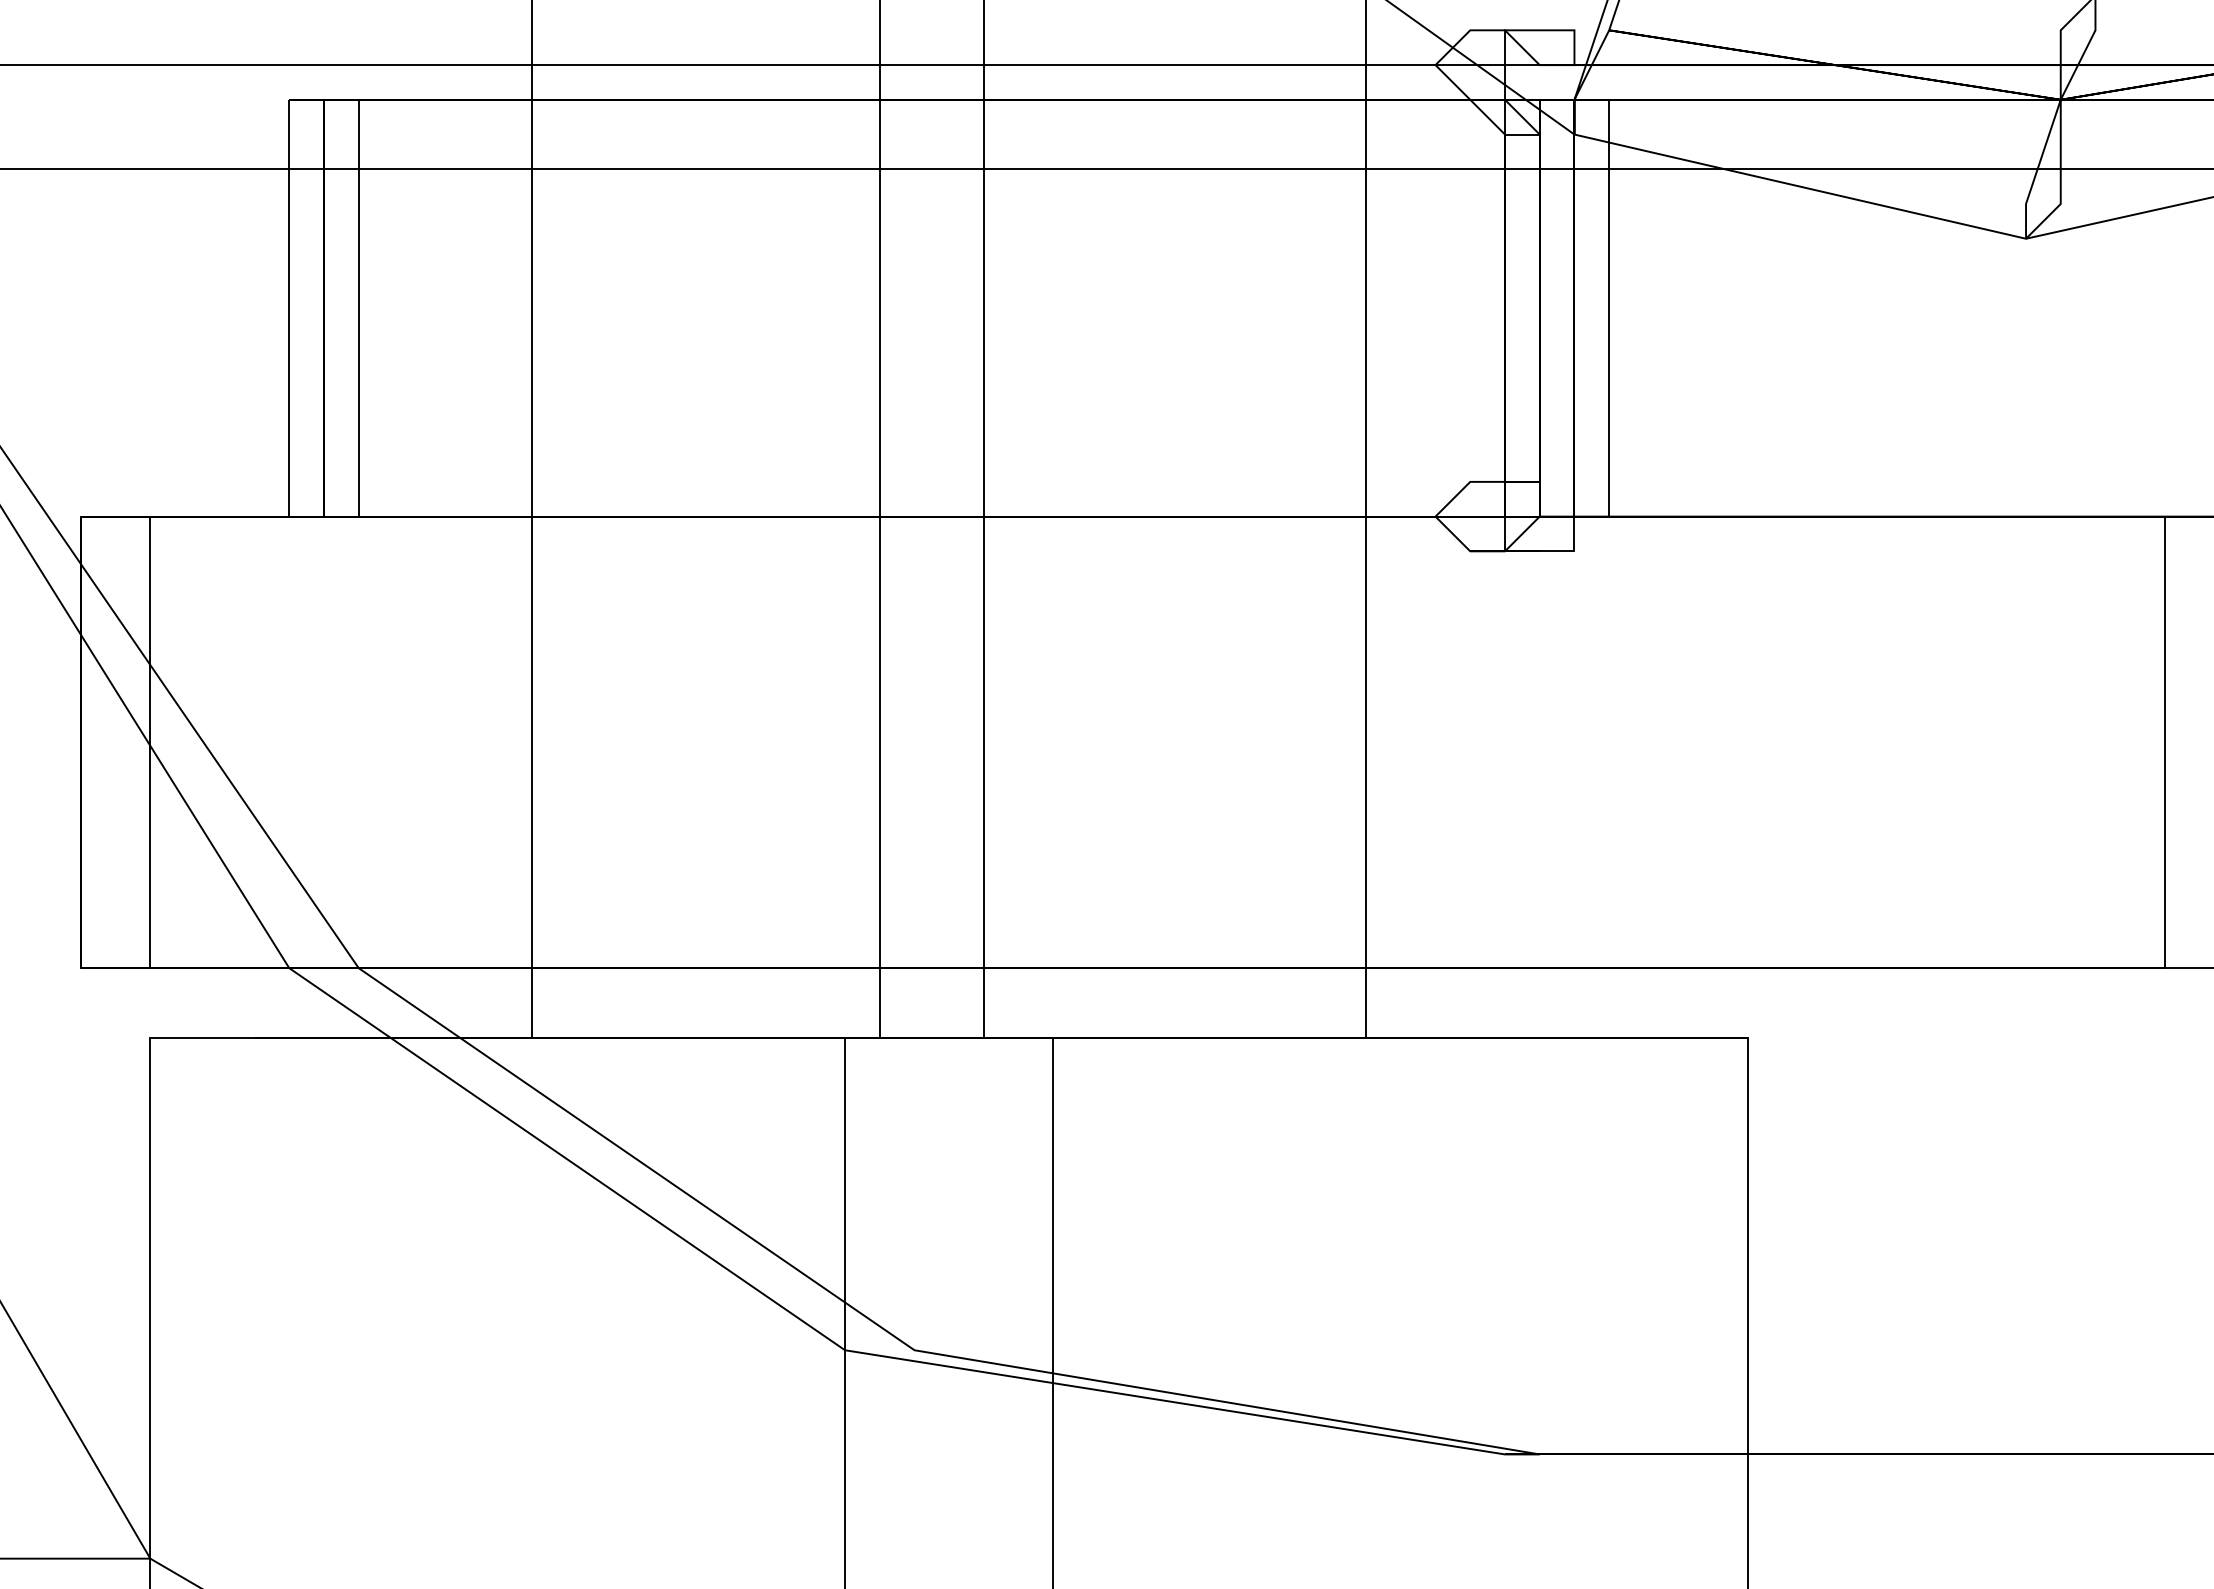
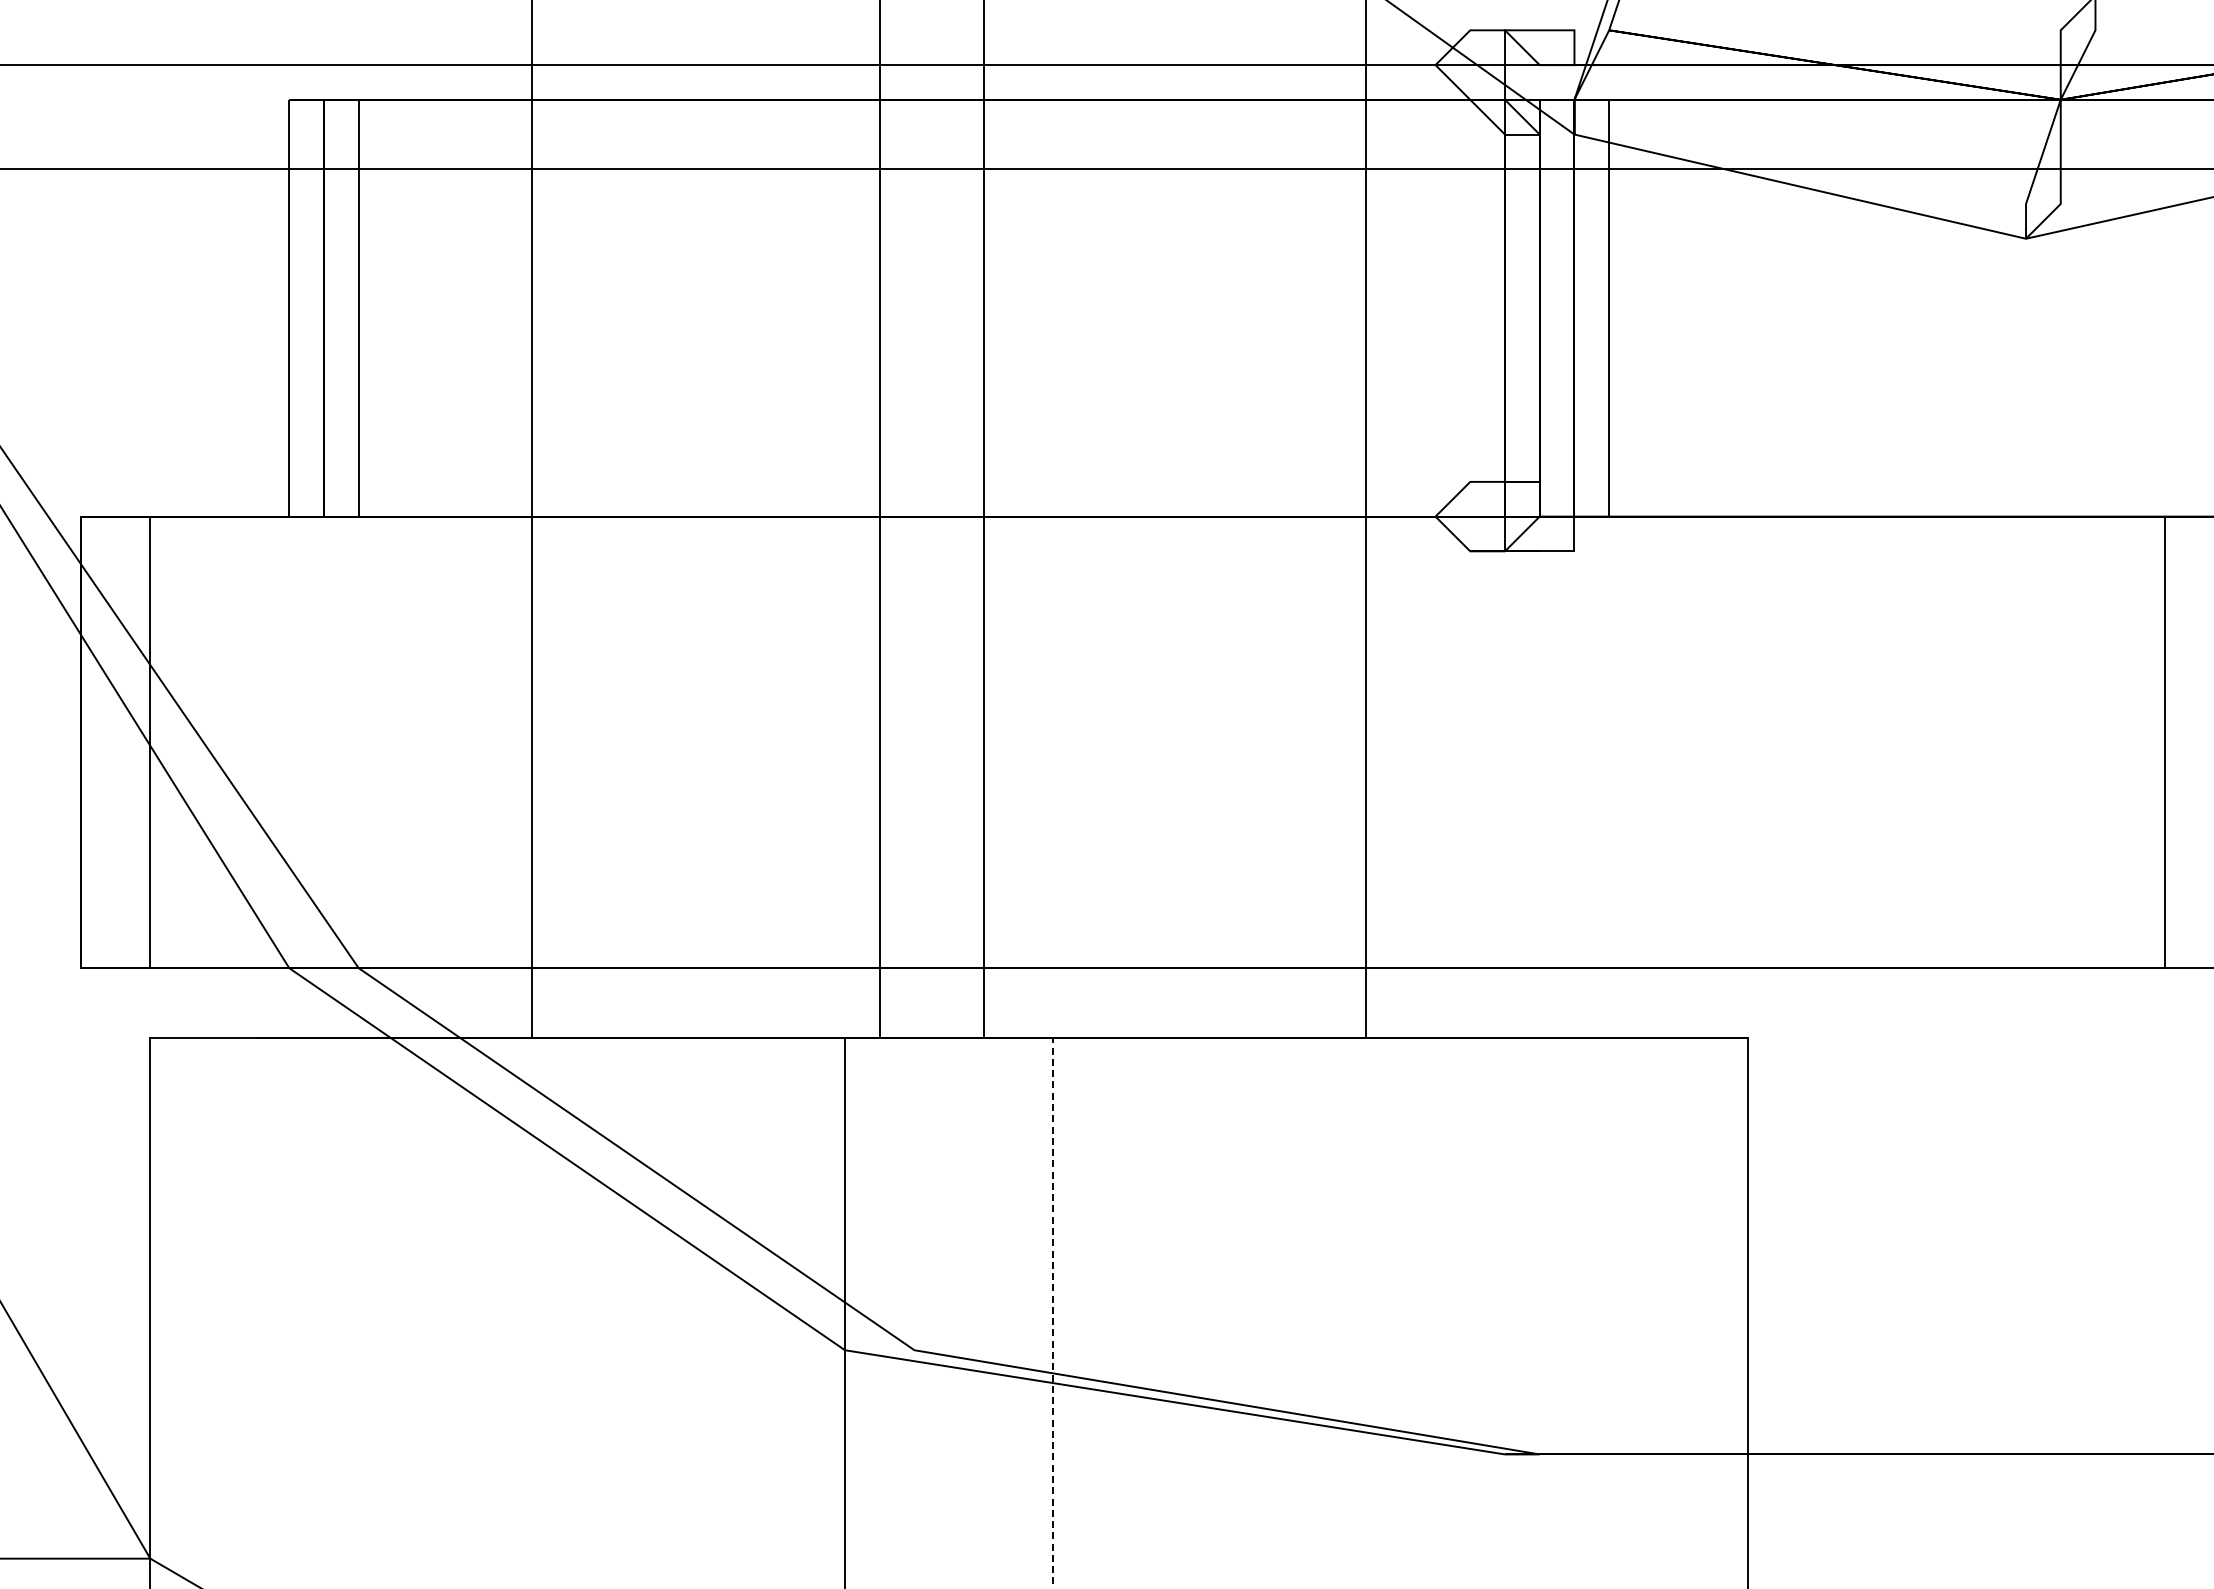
line at (1053, 1312): solid -> dashed
